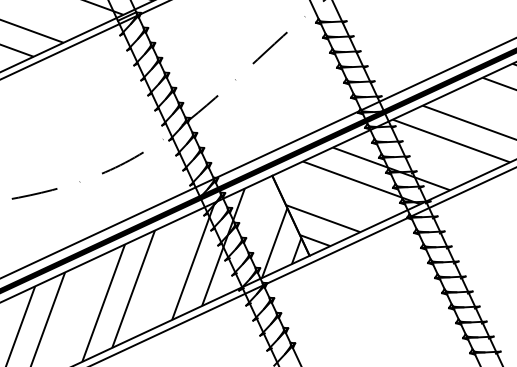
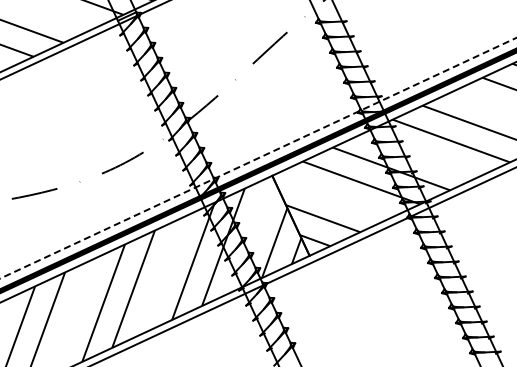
line at (258, 158): solid -> dashed
